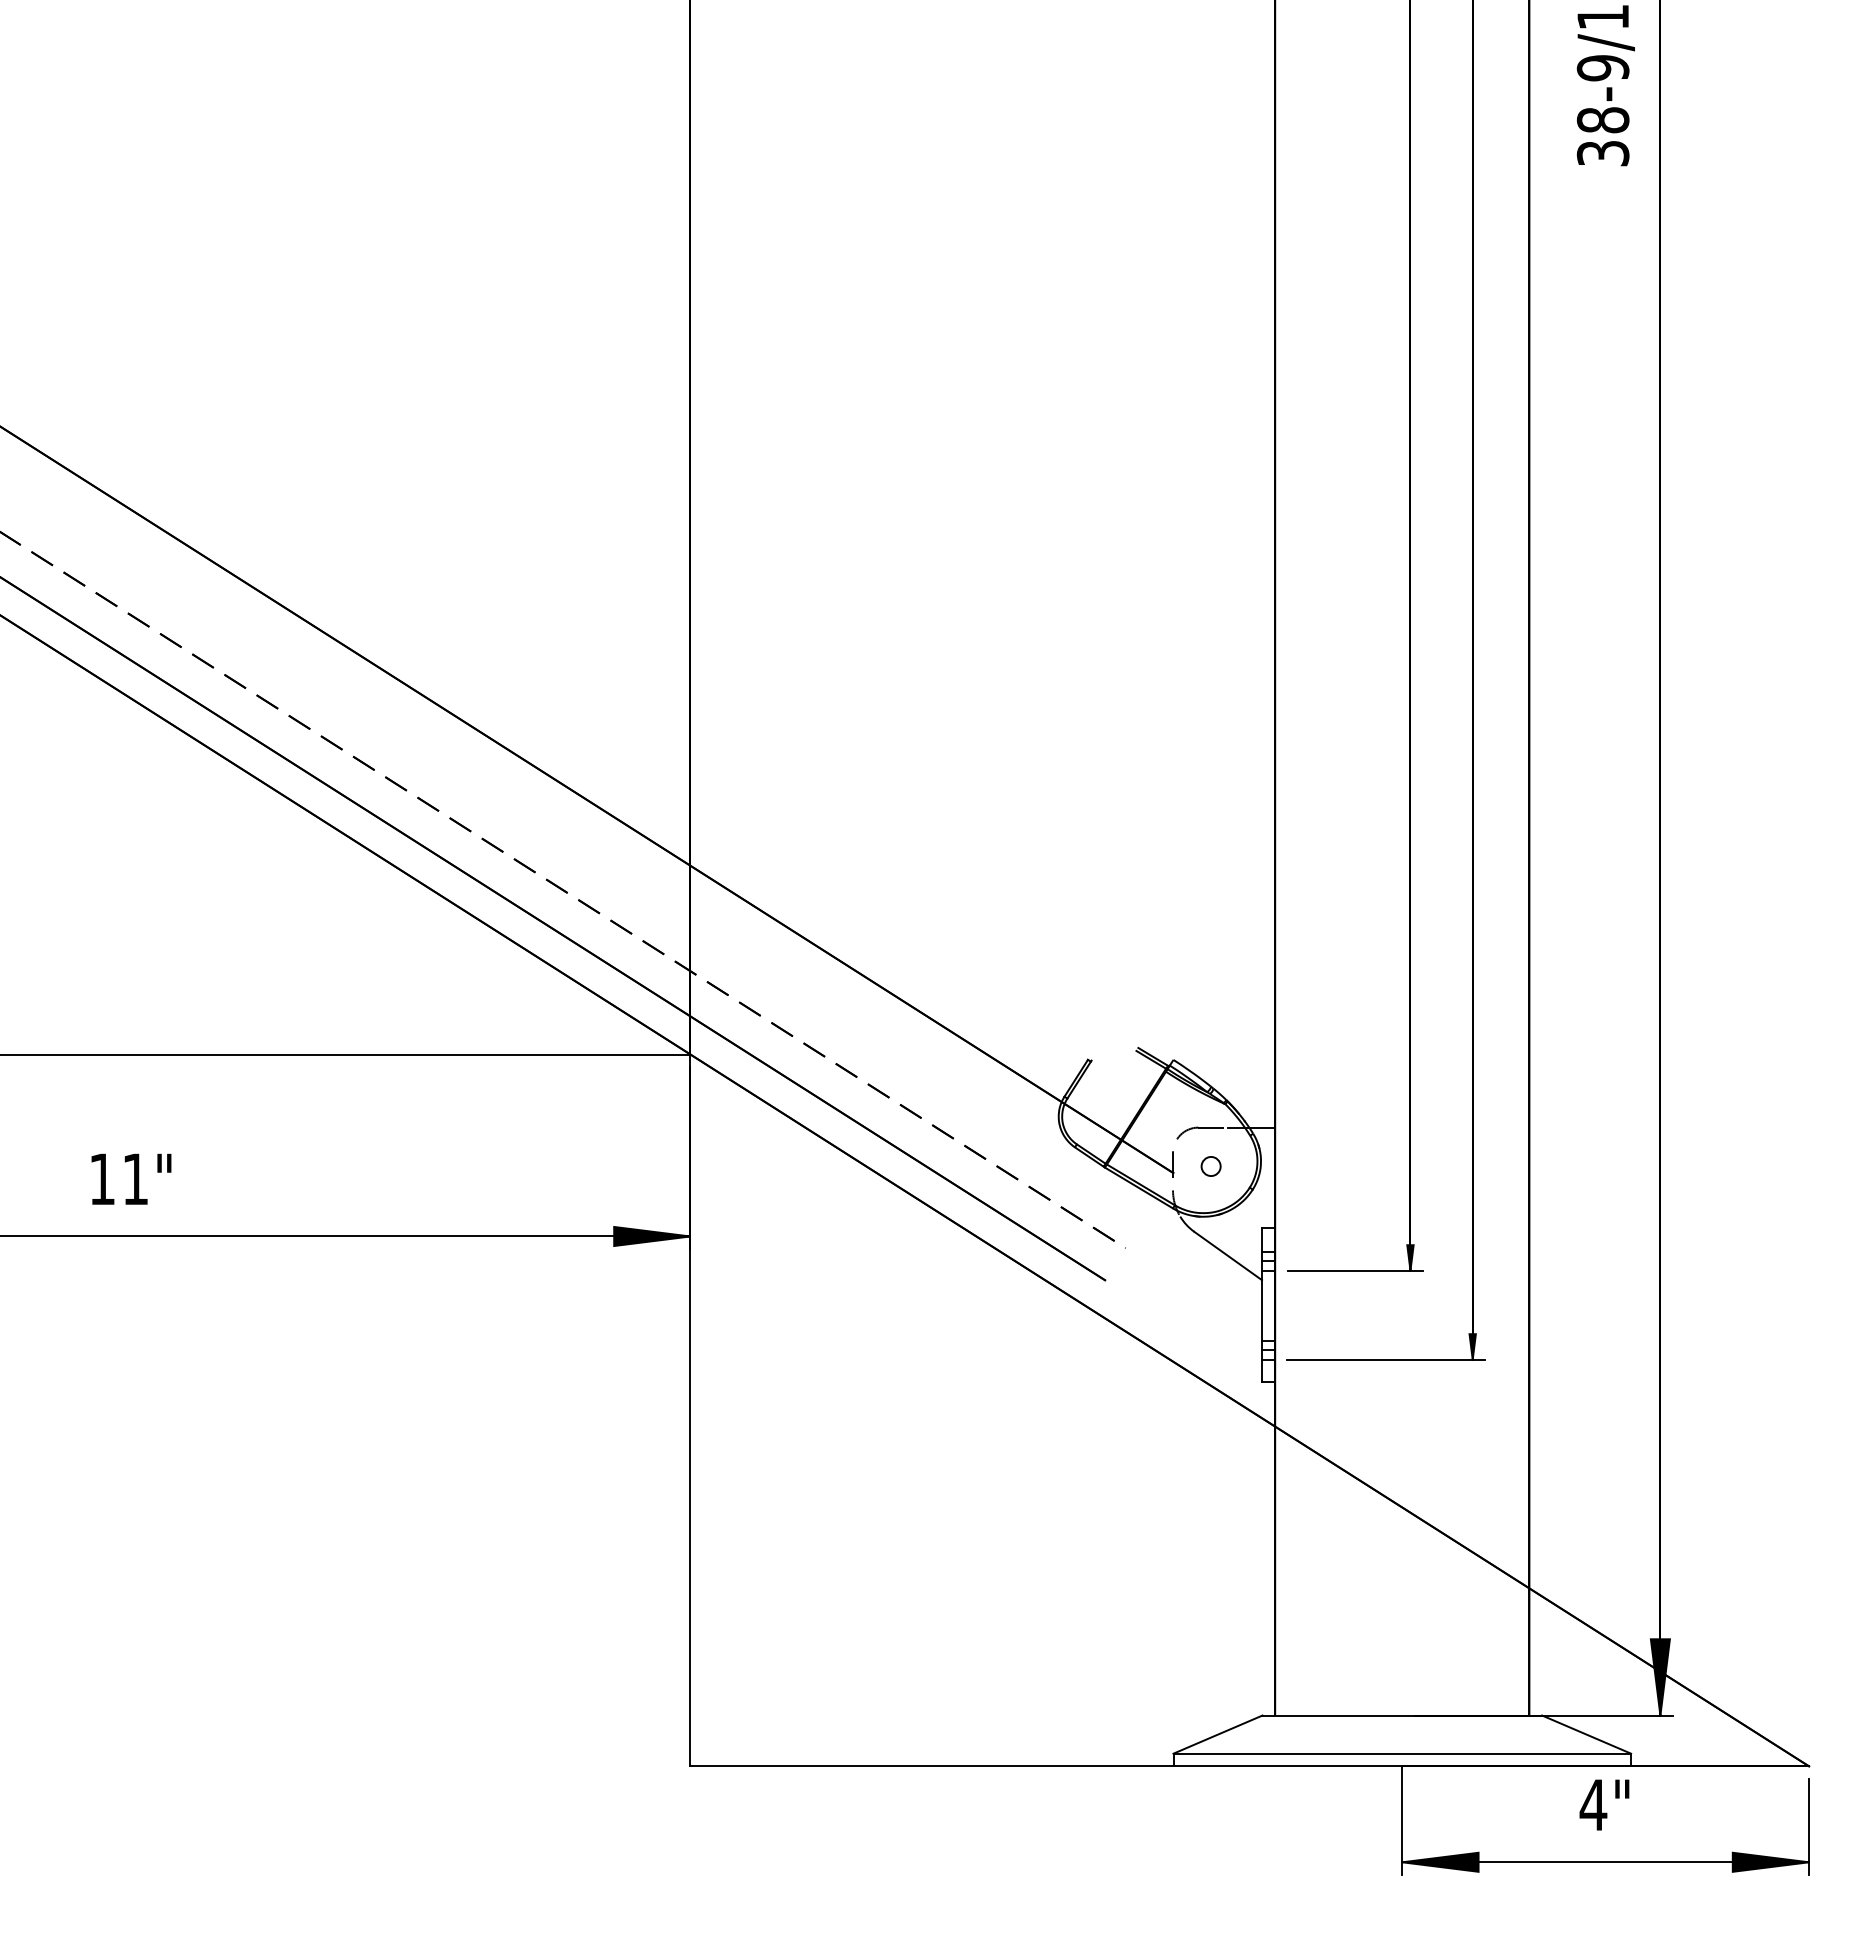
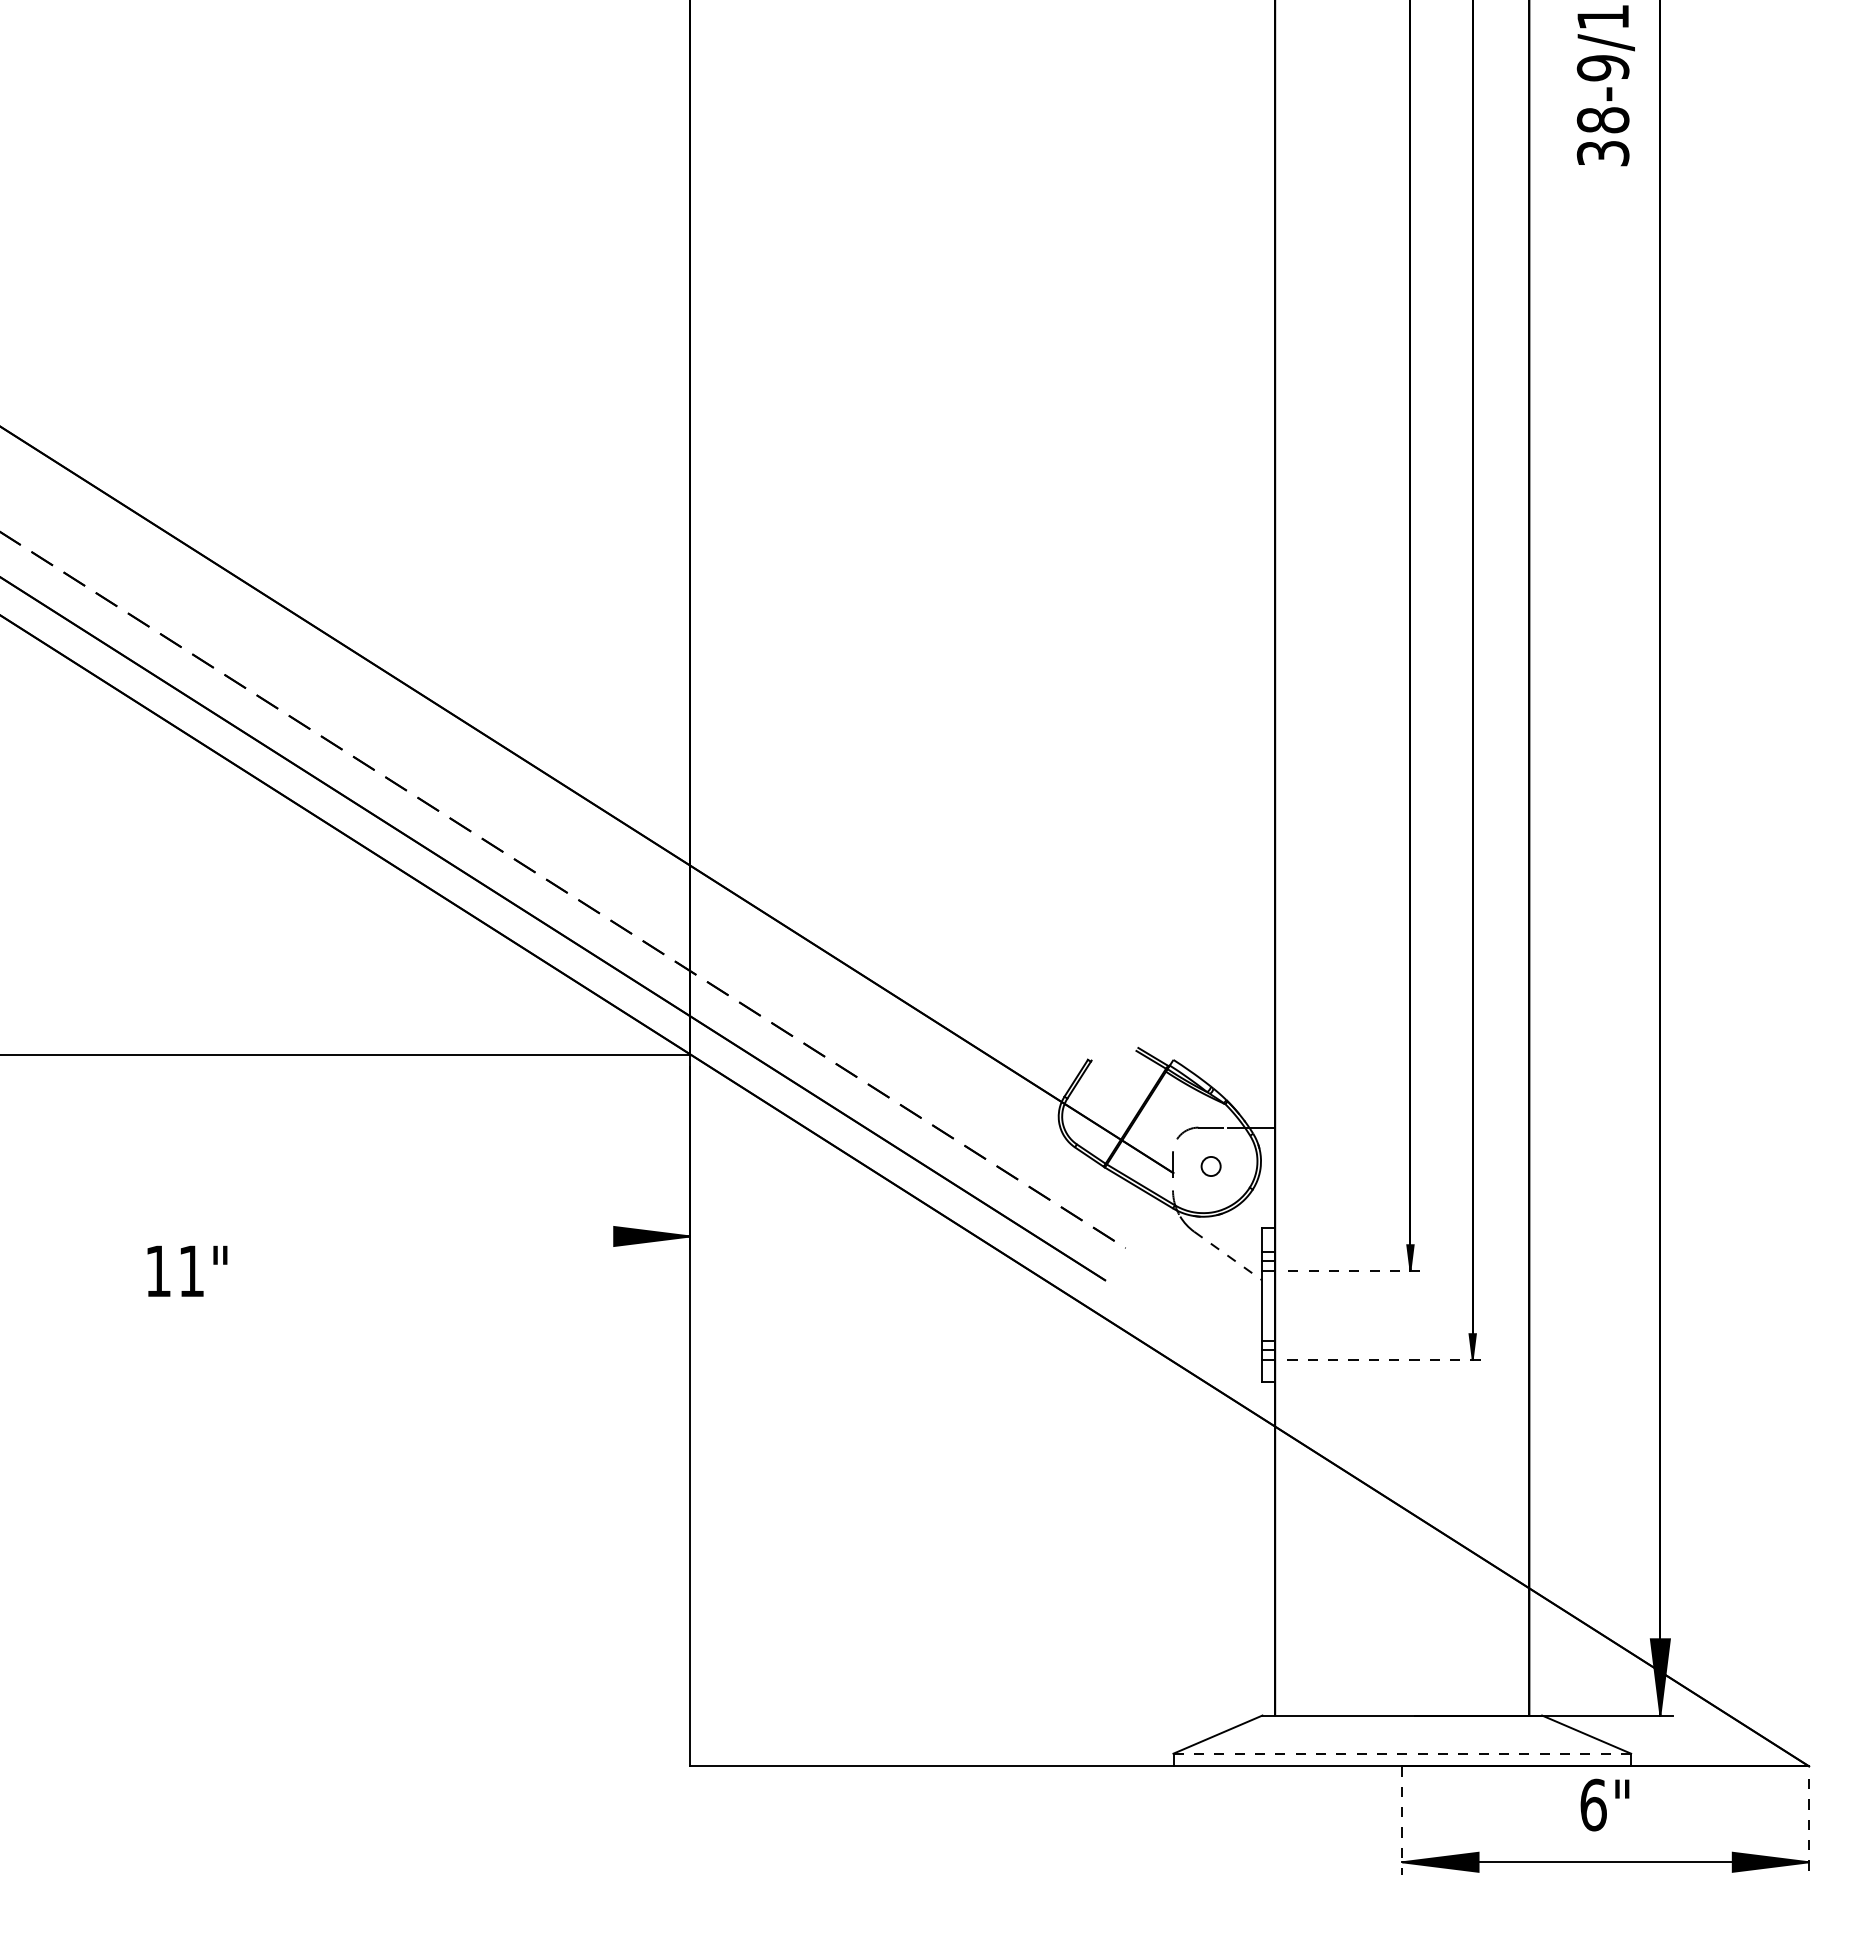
text at (131, 1178) position: (131, 1178) -> (187, 1270)
line at (346, 1236): present -> none
line at (1228, 1255): solid -> dashed
line at (1356, 1270): solid -> dashed
line at (1386, 1359): solid -> dashed
line at (1402, 1753): solid -> dashed
text at (1593, 1804): 4" -> 6"
line at (1402, 1821): solid -> dashed
line at (1809, 1827): solid -> dashed
